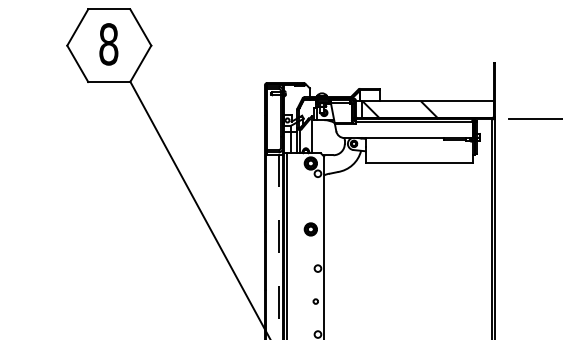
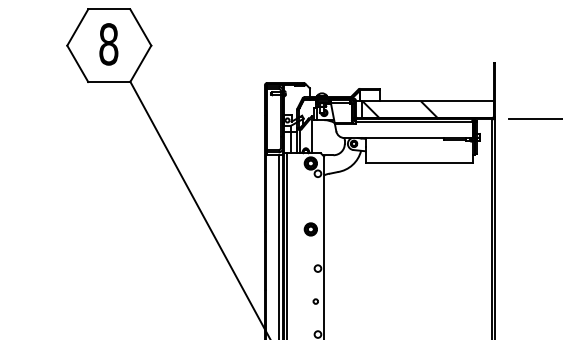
line at (278, 247): dashed -> solid
